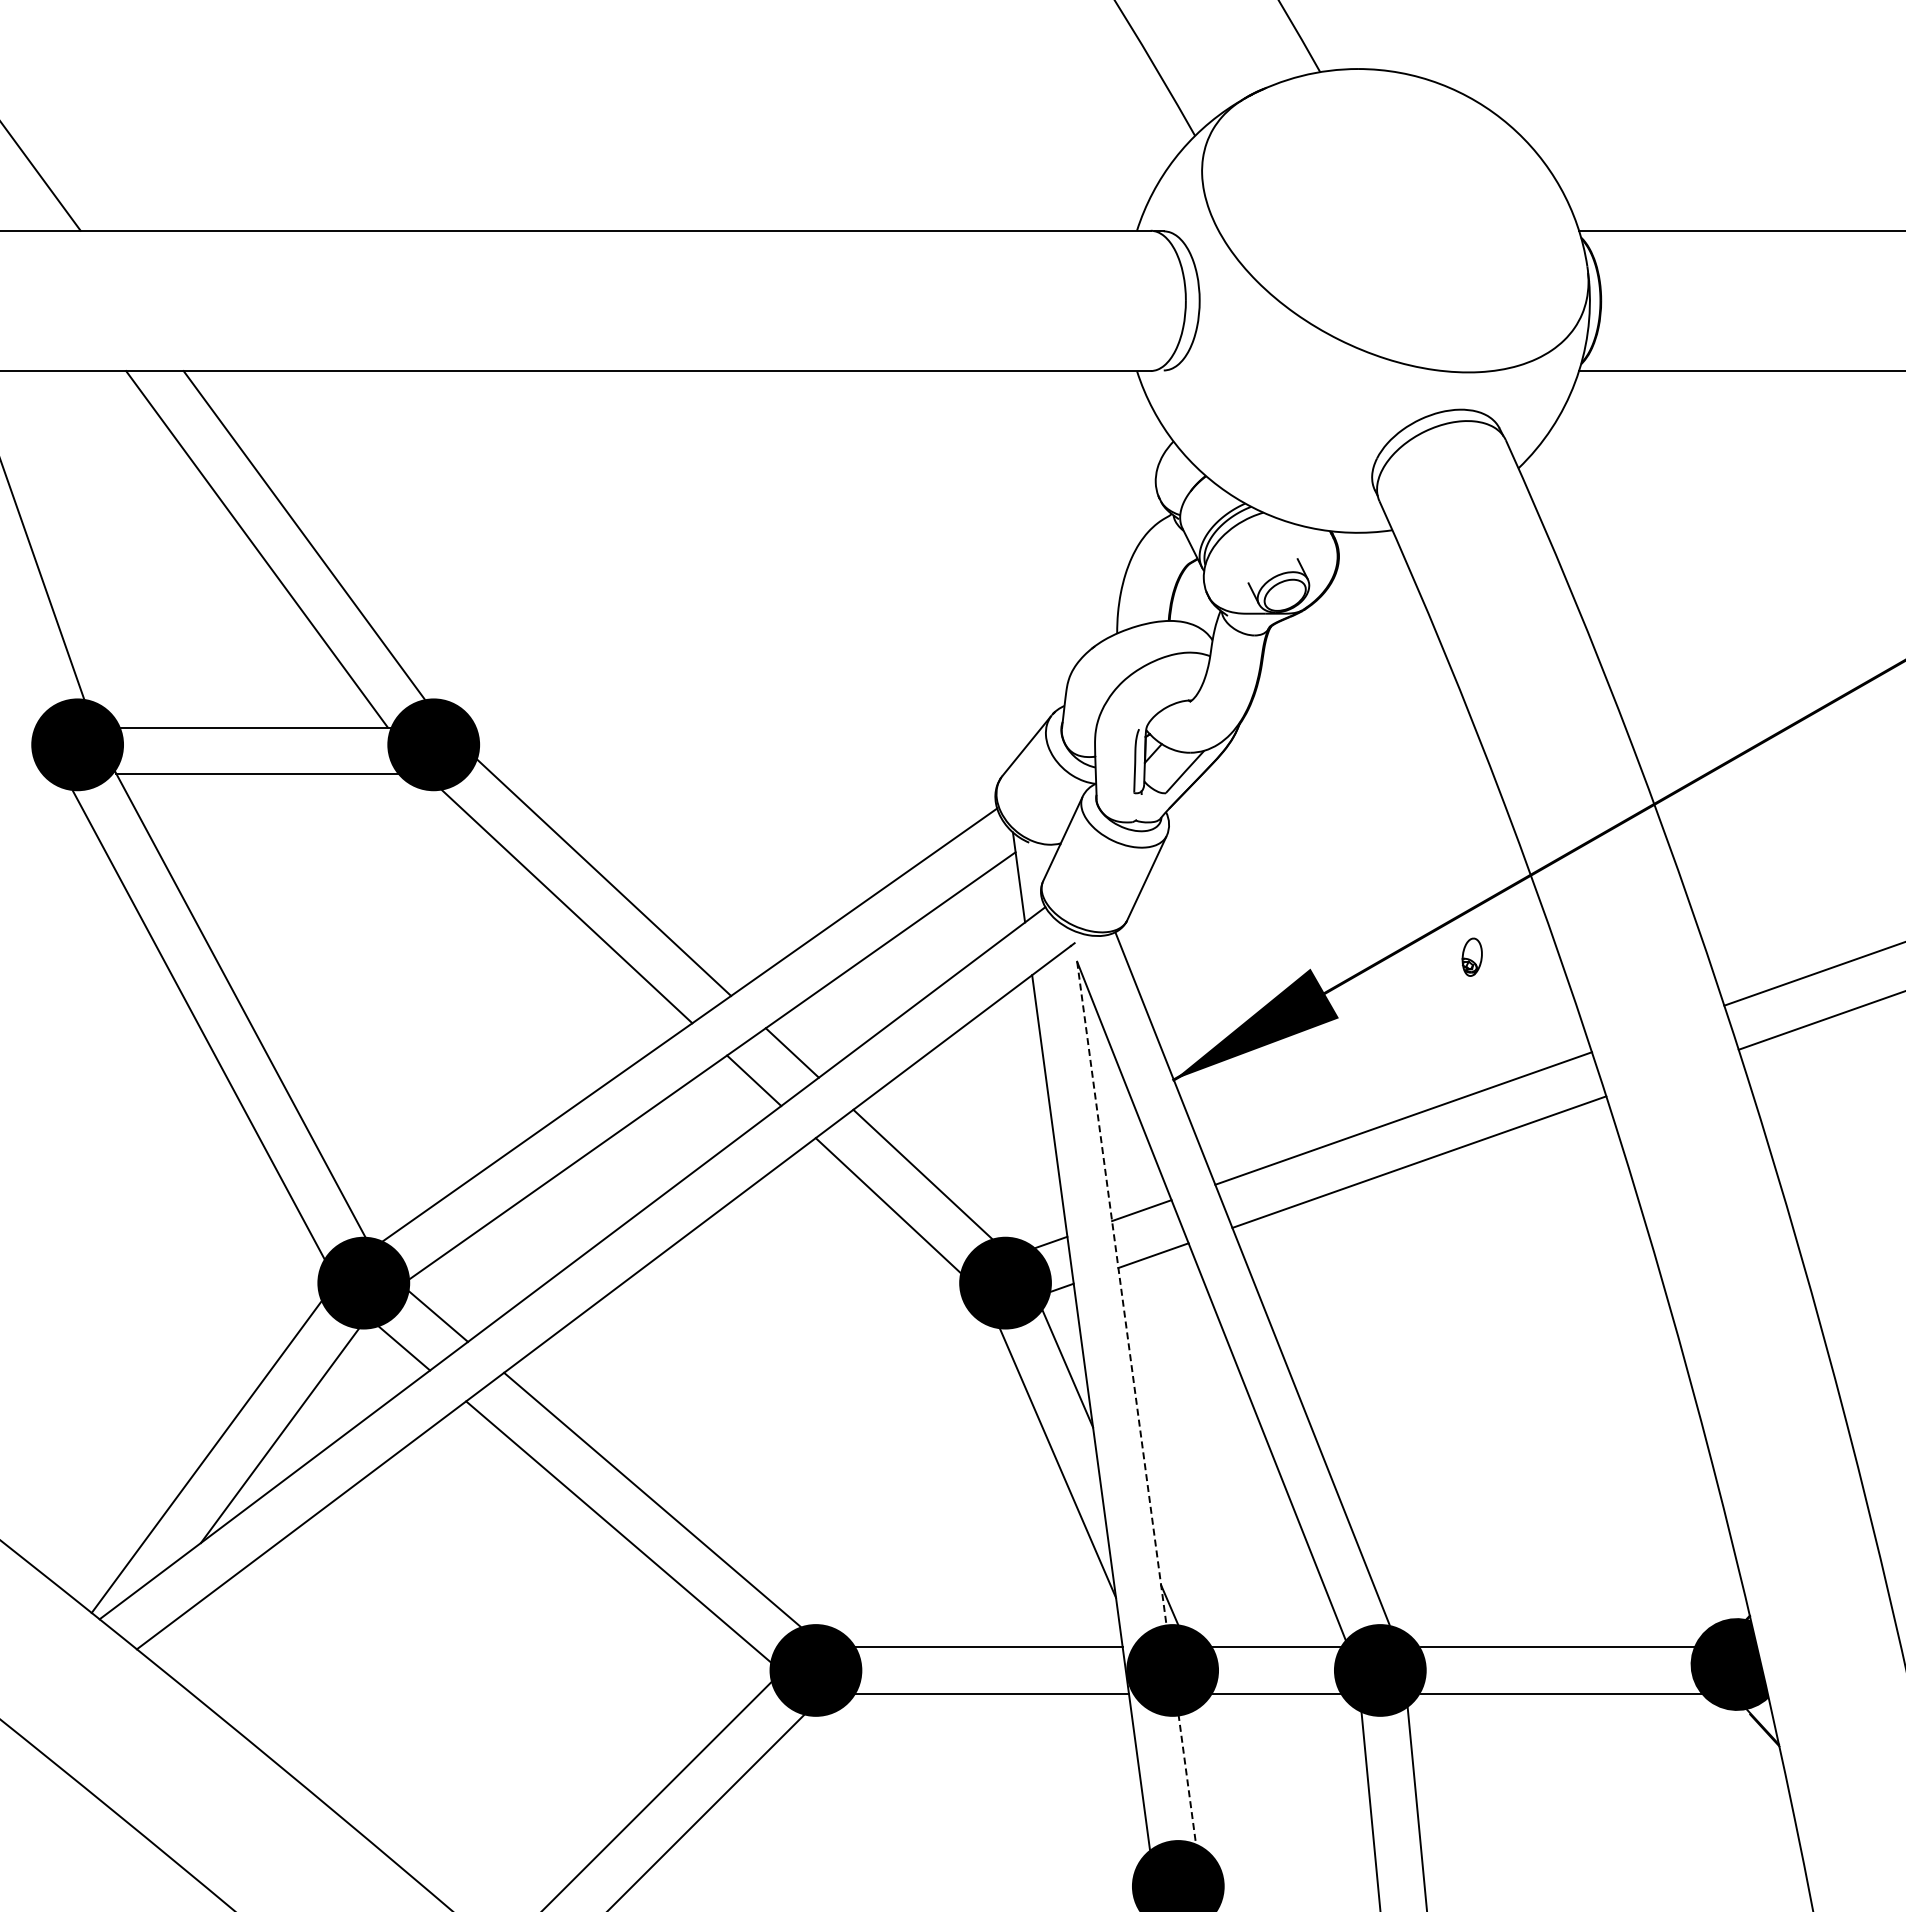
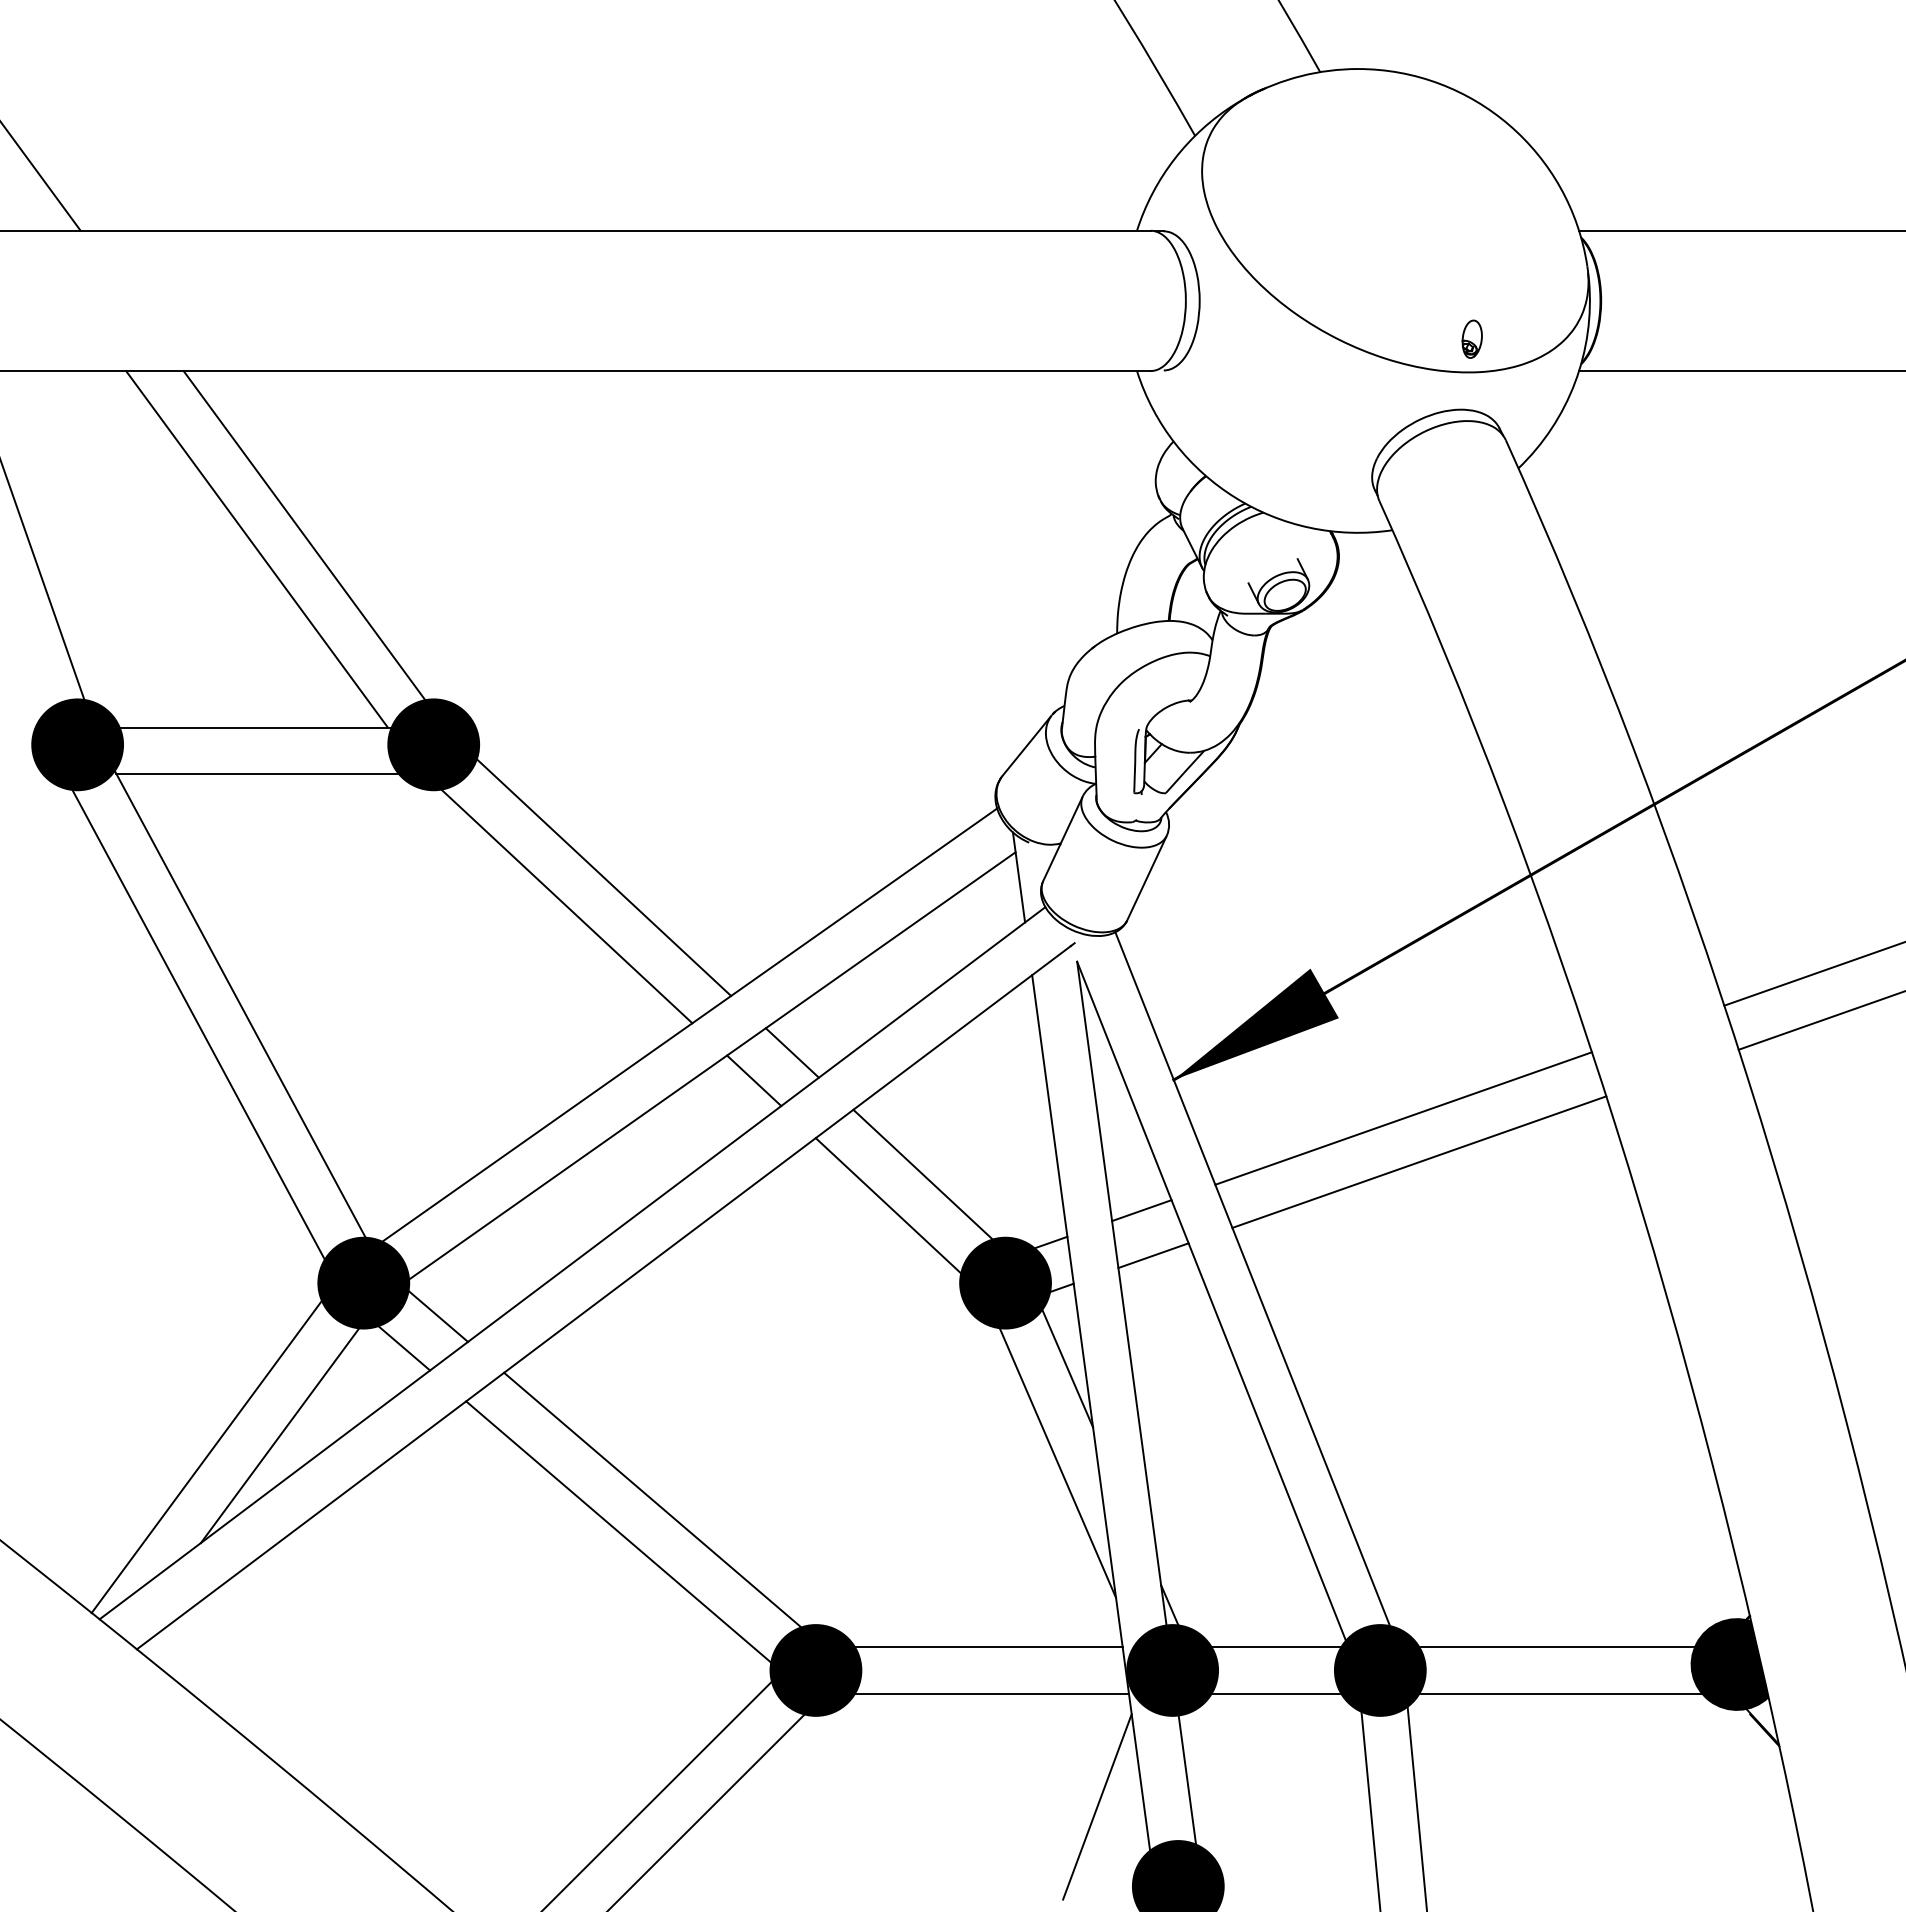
part at (1471, 956) position: (1471, 956) -> (1471, 338)
line at (1136, 1402): dashed -> solid
line at (1097, 1806): none -> present
